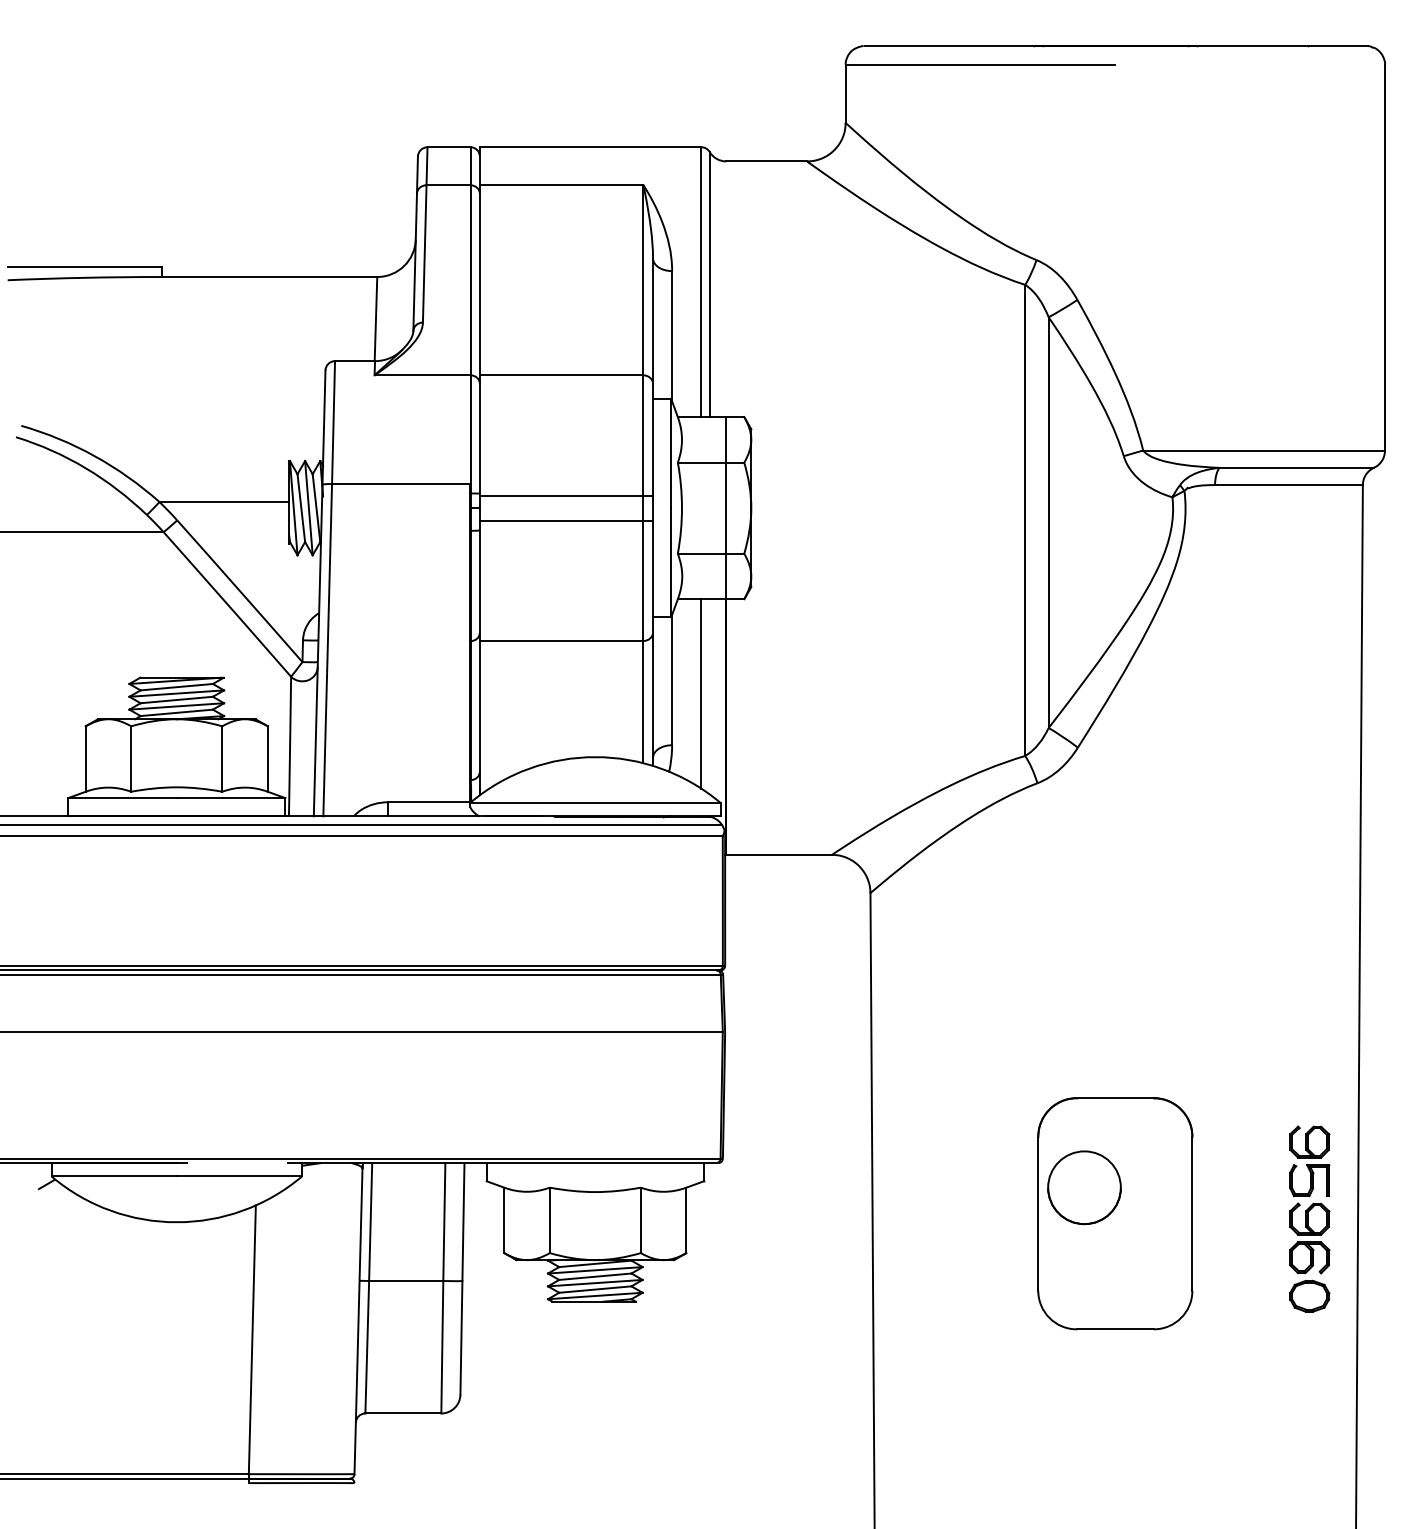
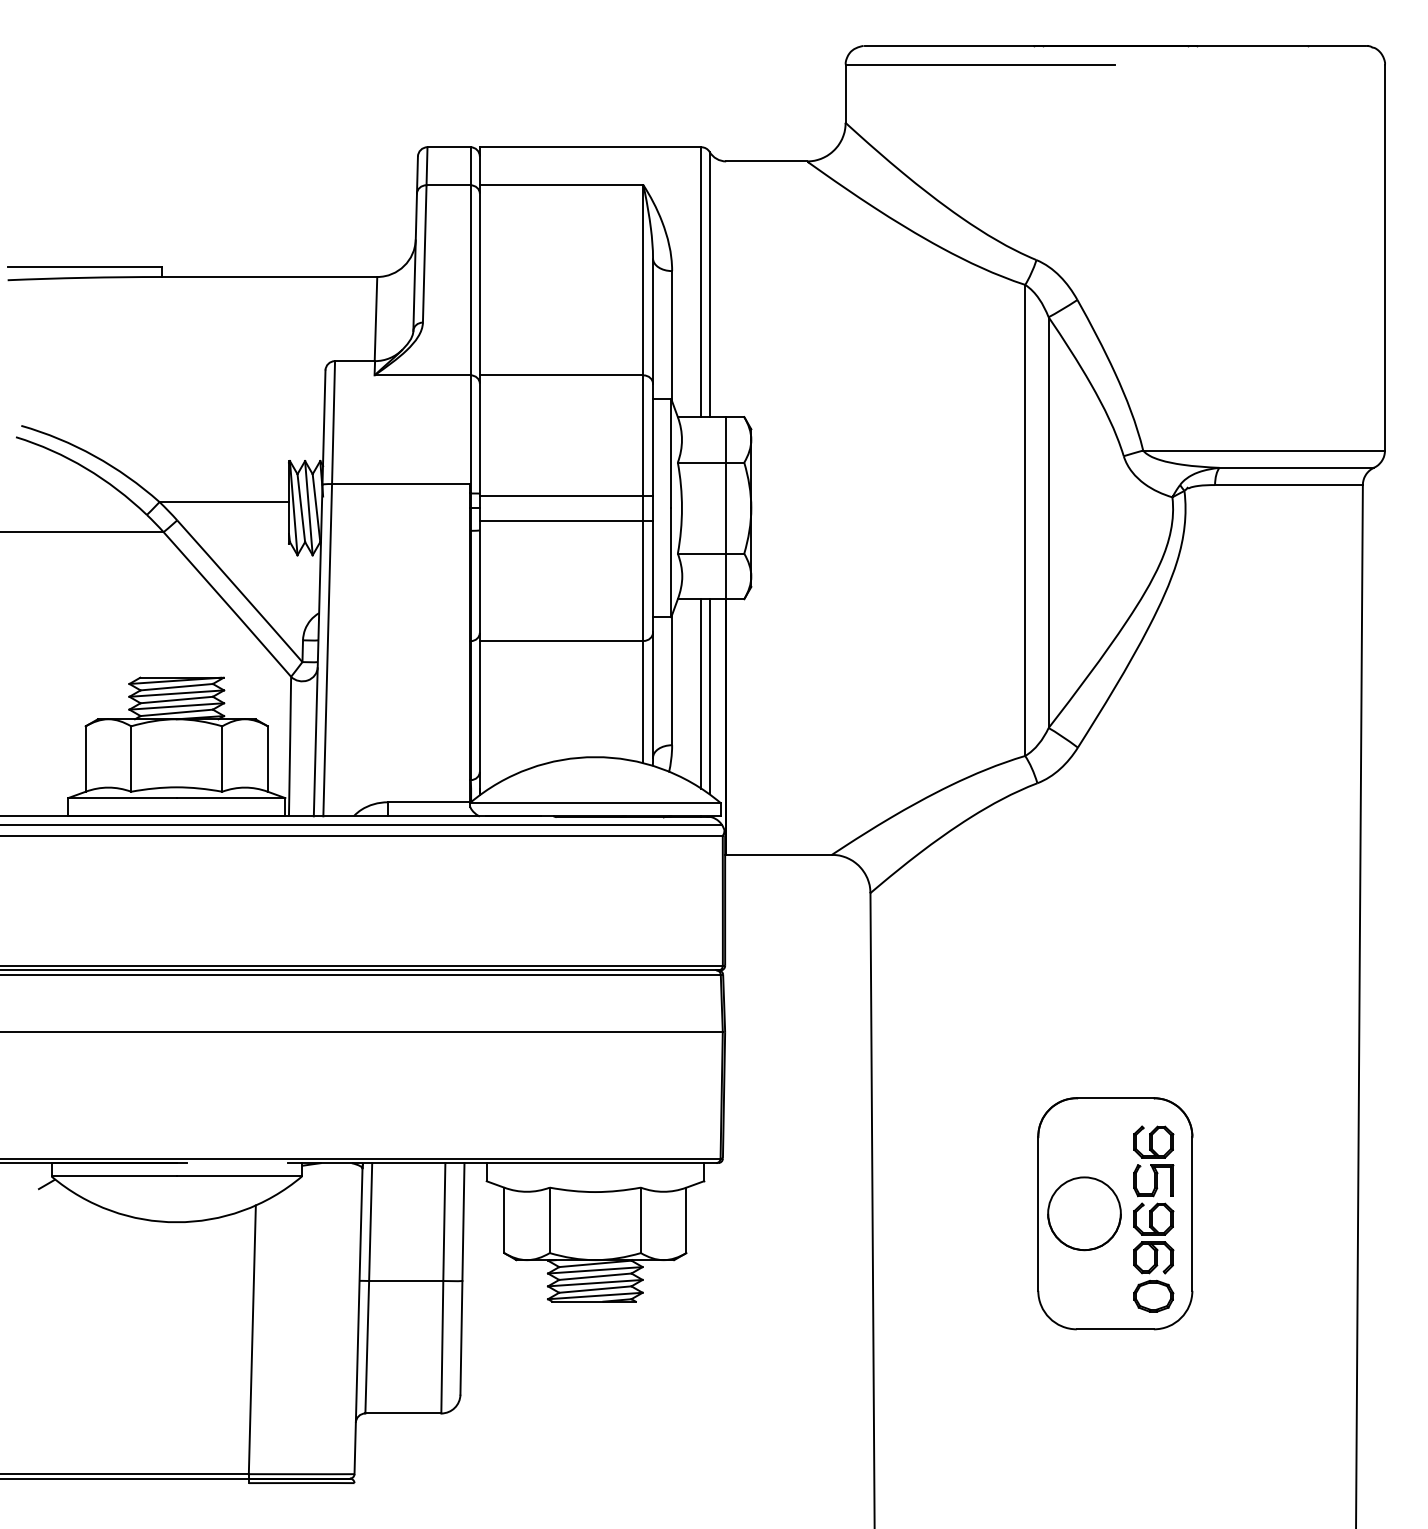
line at (709, 696): none -> present
part at (1084, 1187) position: (1084, 1187) -> (1084, 1213)
part at (1309, 1218) position: (1309, 1218) -> (1153, 1218)
